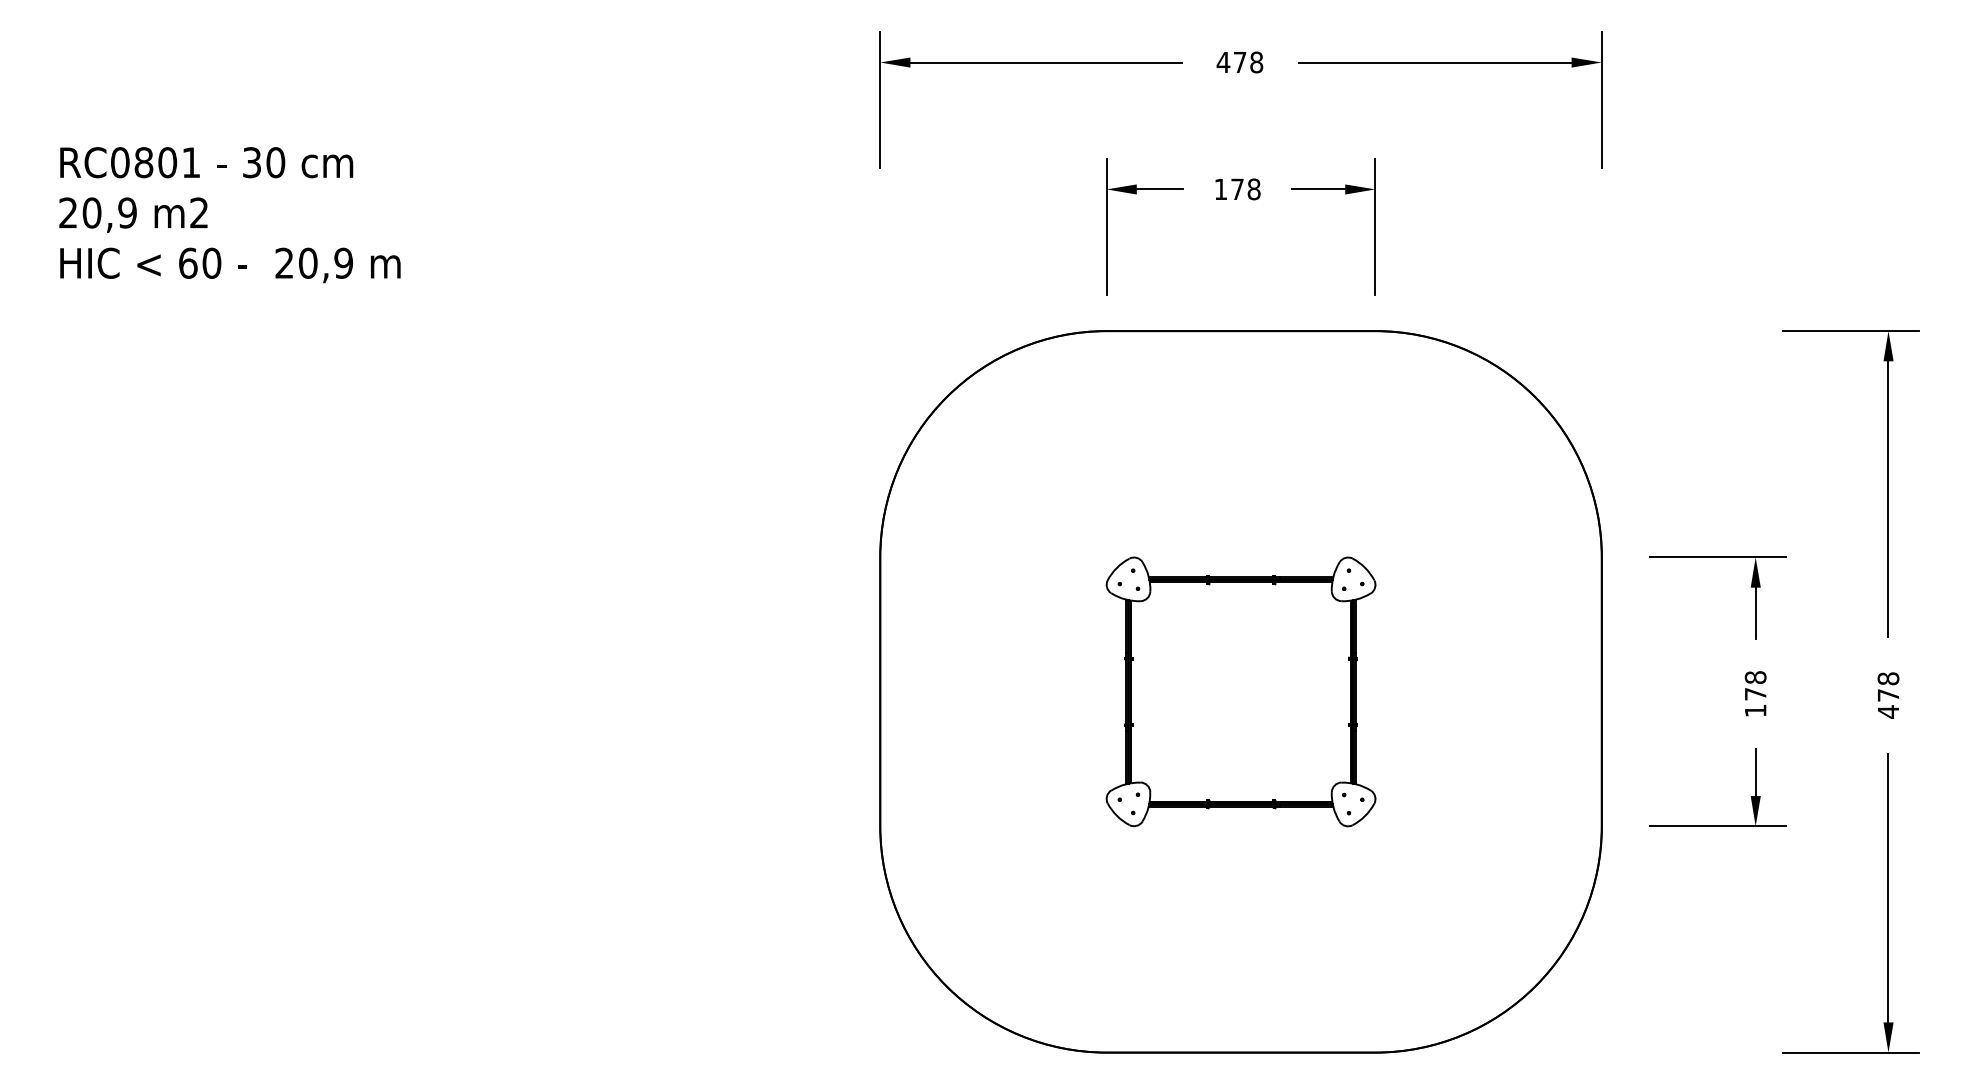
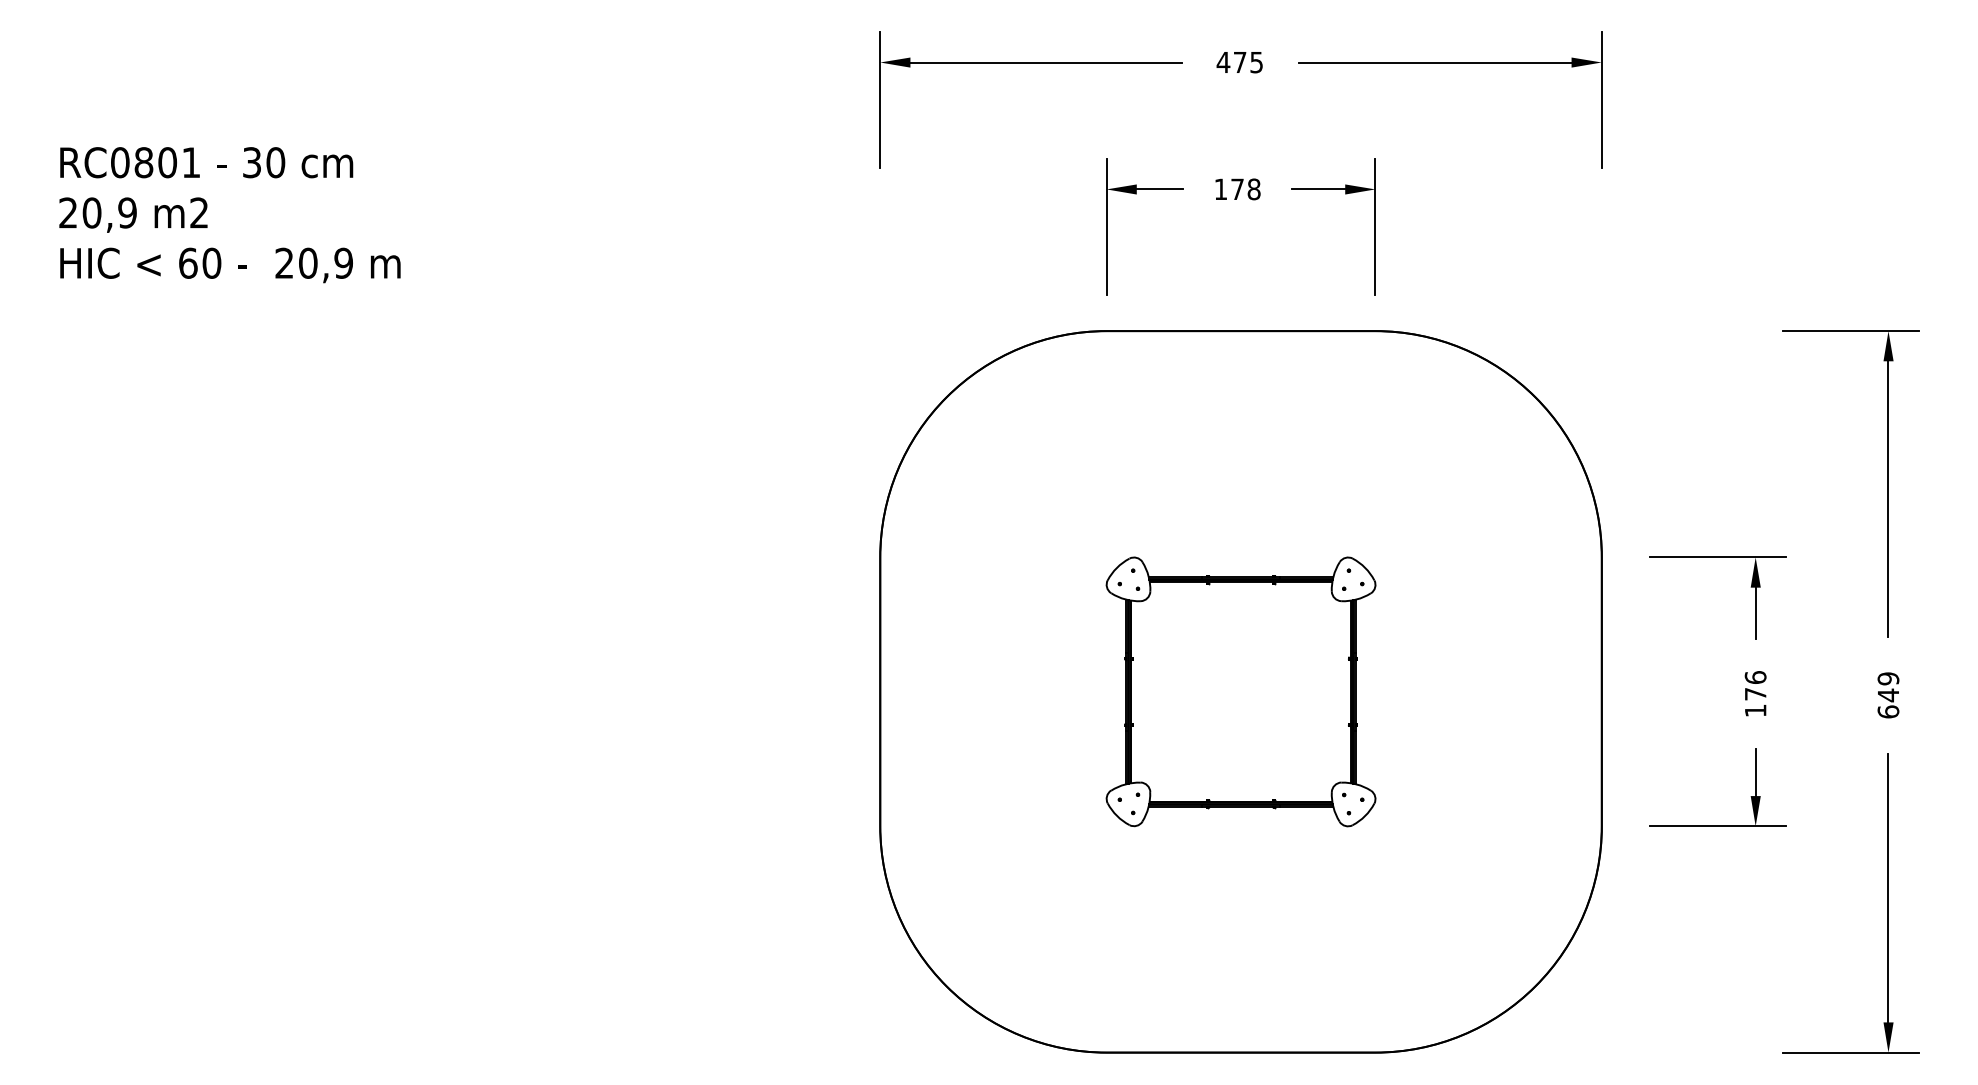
text at (1256, 62): 478 -> 475
text at (1755, 677): 178 -> 176
text at (1888, 695): 478 -> 649
